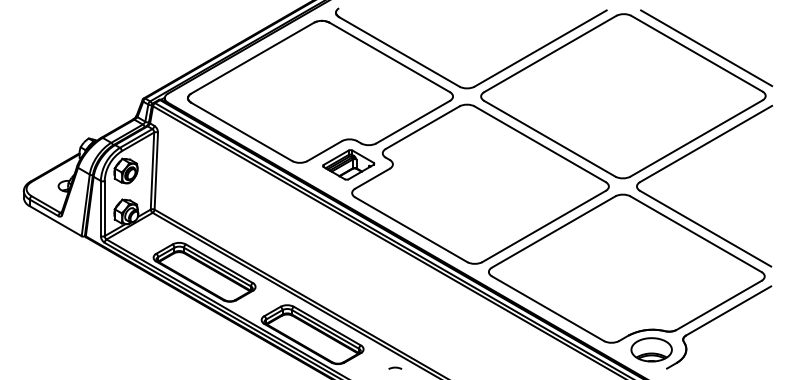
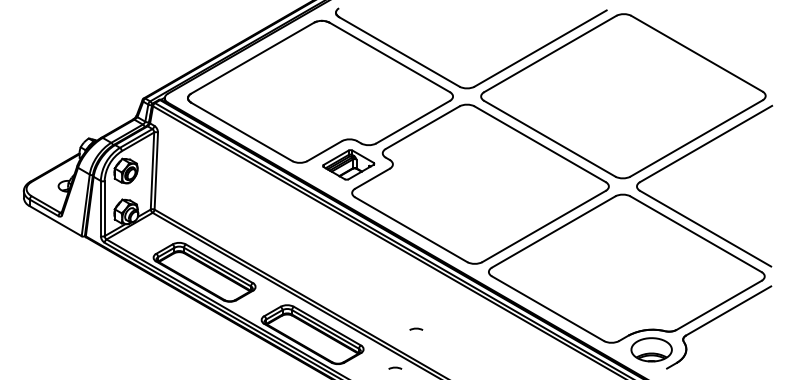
line at (706, 48): present -> none
arc at (416, 328): none -> present
